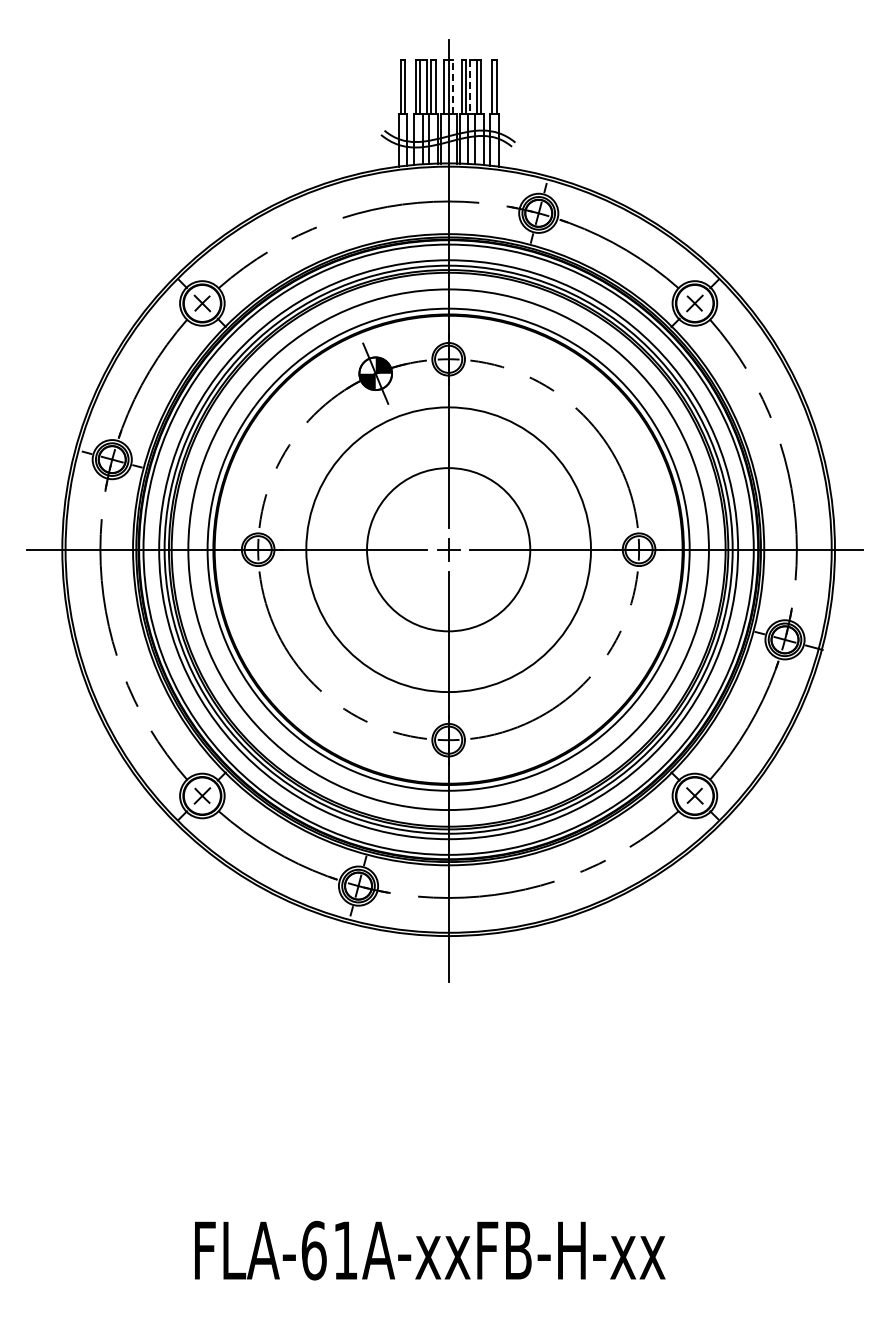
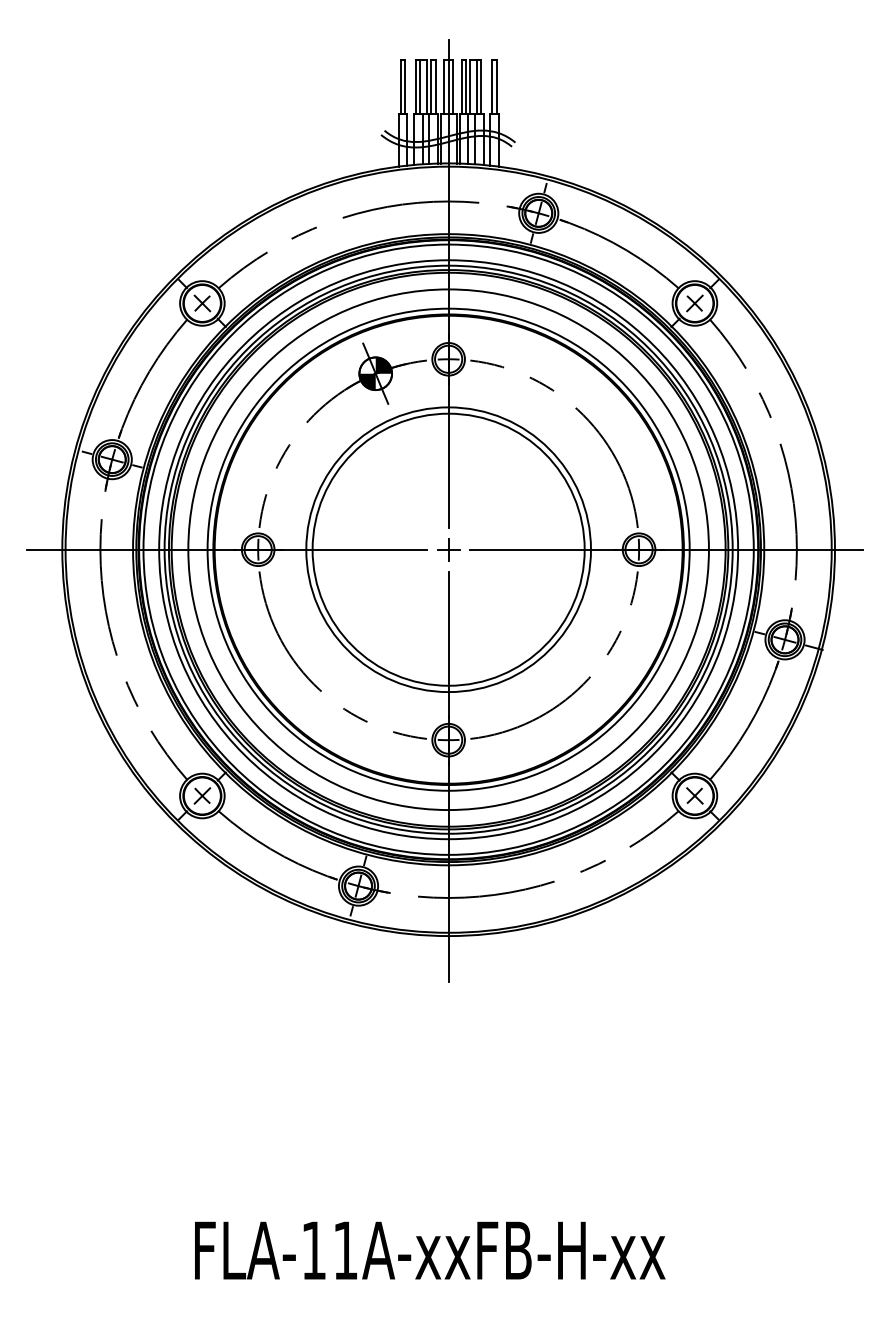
line at (453, 86): dashed -> solid
line at (470, 87): dashed -> solid
circle at (448, 549) diameter: 163 px -> 272 px
text at (313, 1250): FLA-61A-xxFB-H-xx -> FLA-11A-xxFB-H-xx
